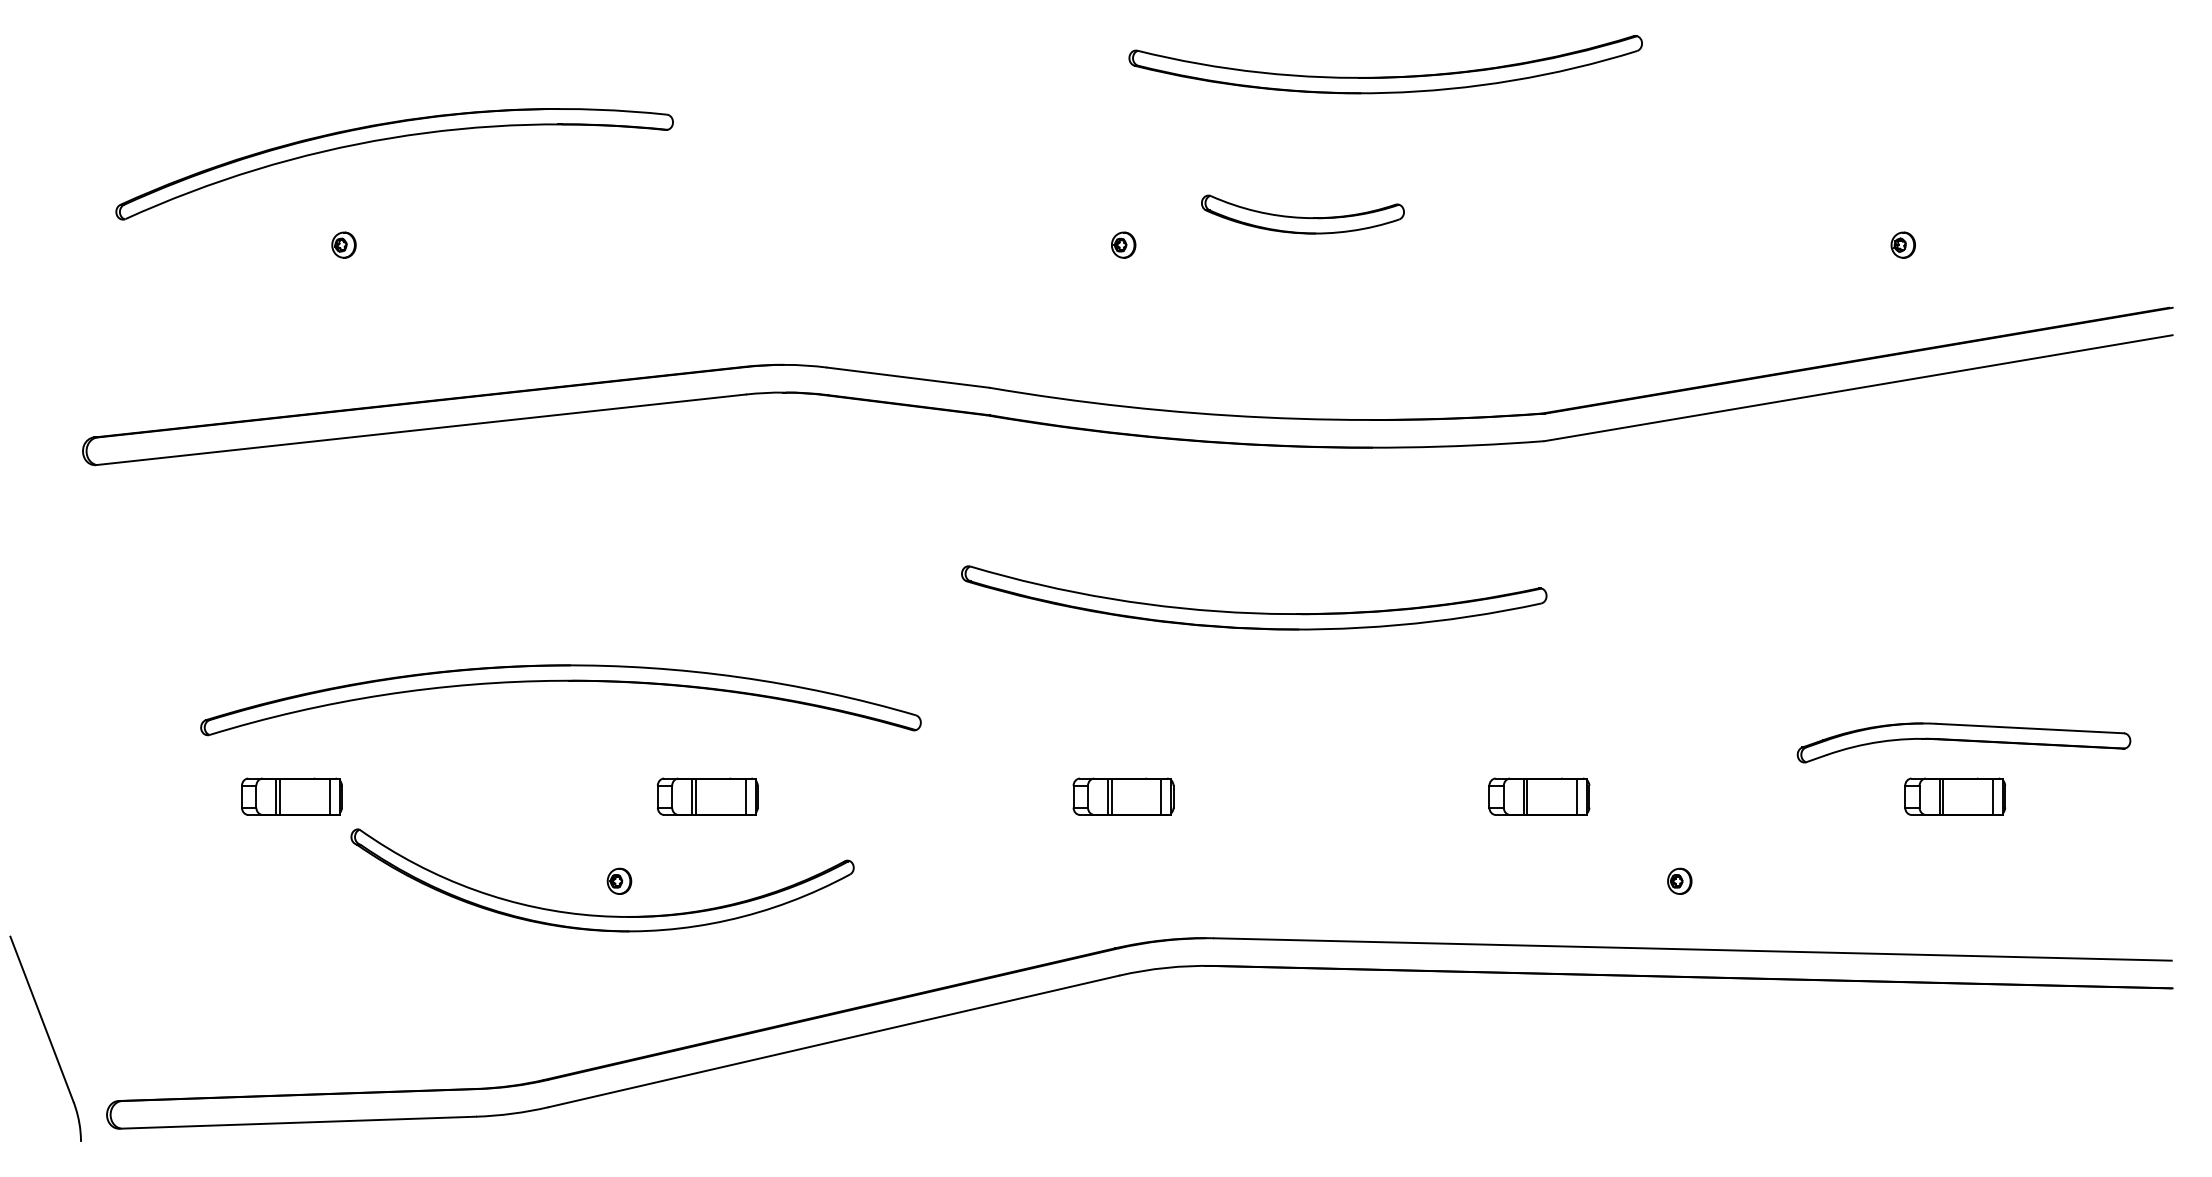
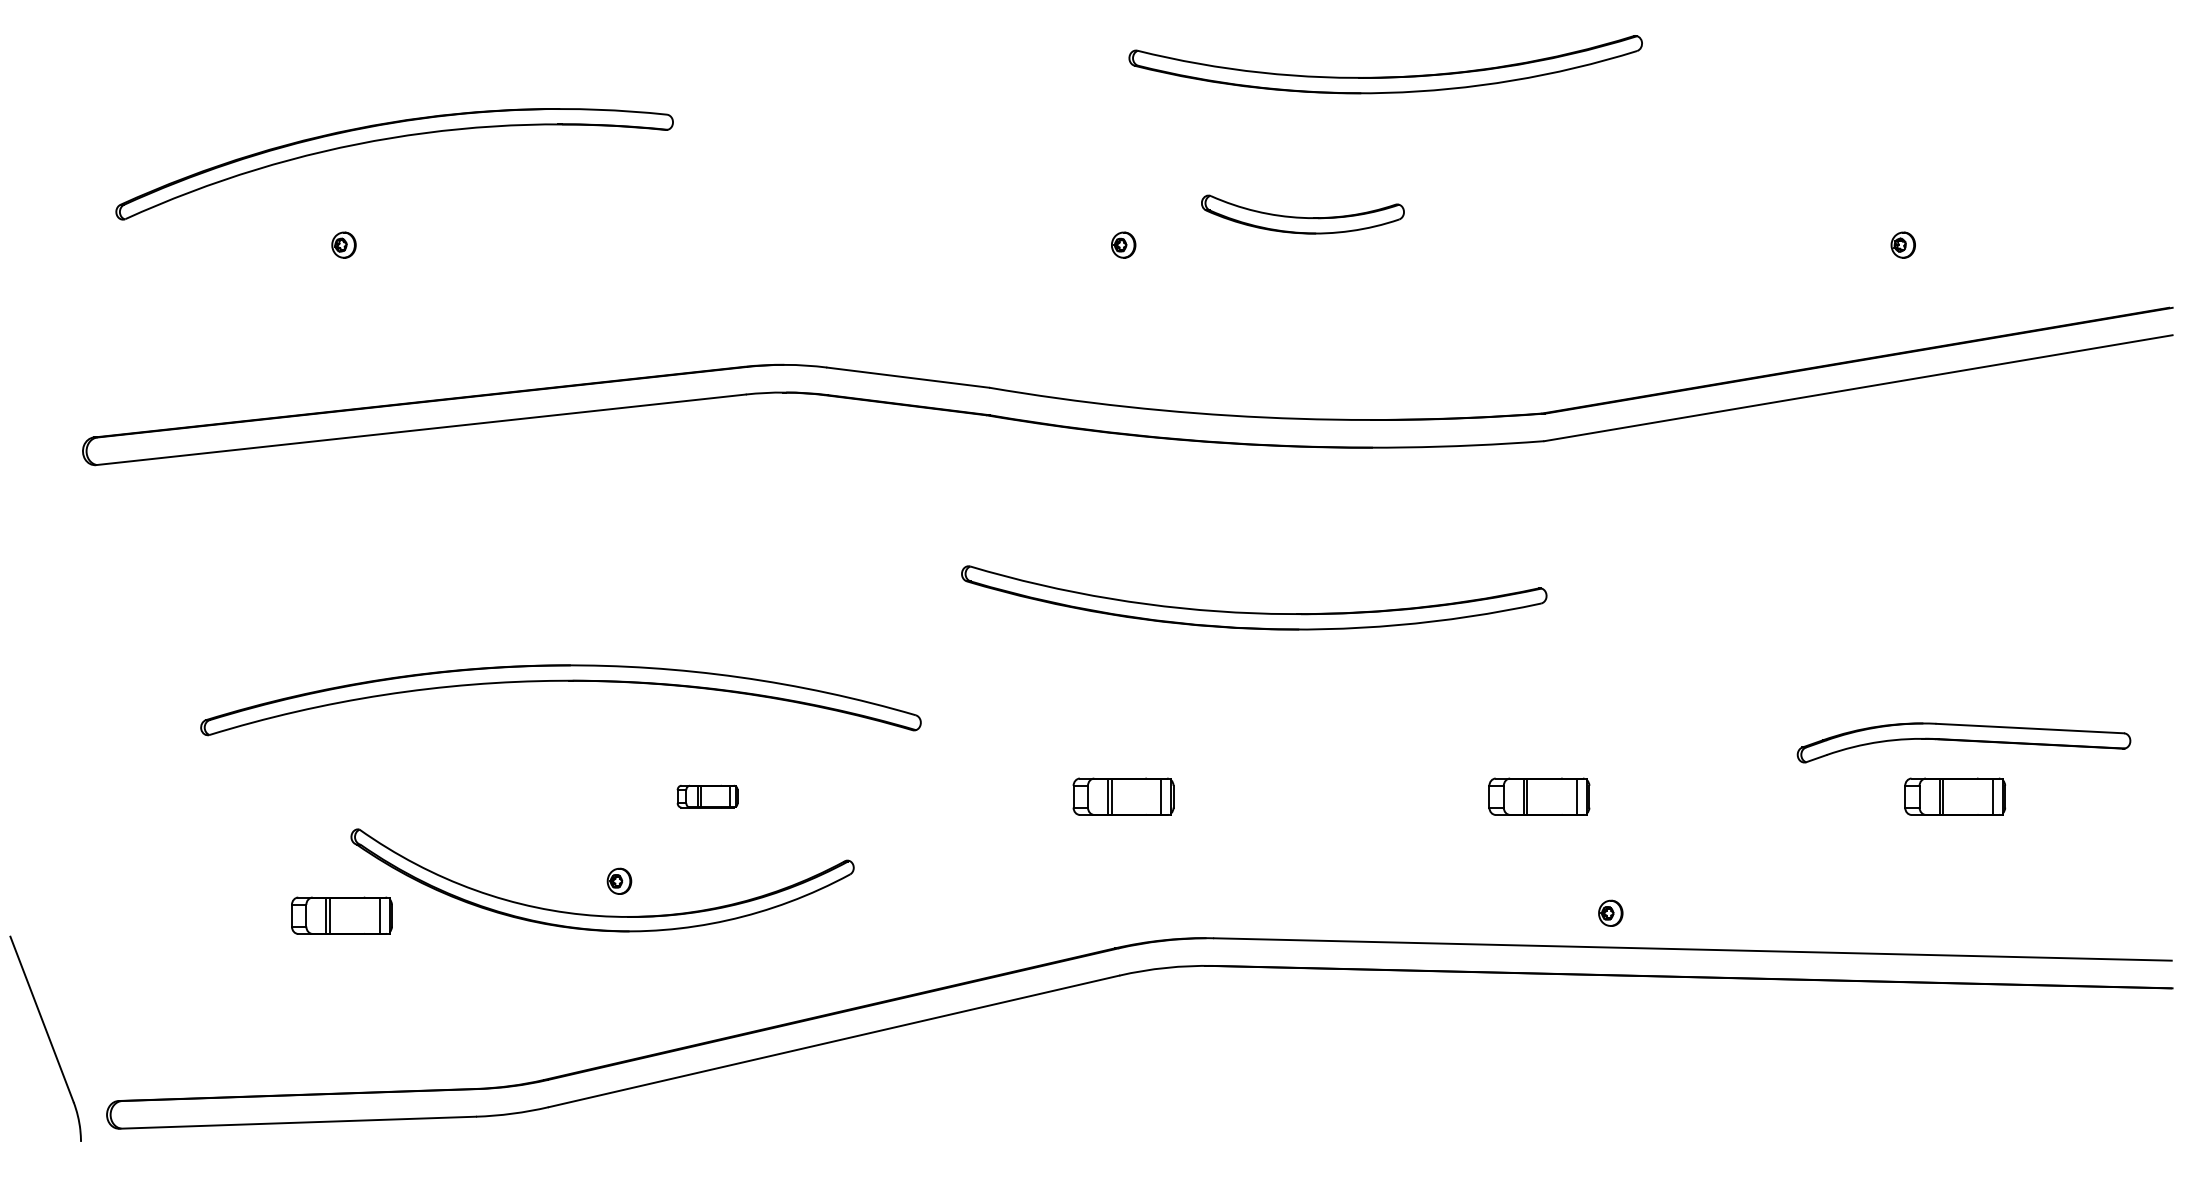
part at (291, 796) position: (291, 796) -> (341, 915)
part at (707, 796) size: 103x39 px -> 63x25 px
part at (1679, 880) position: (1679, 880) -> (1610, 912)
